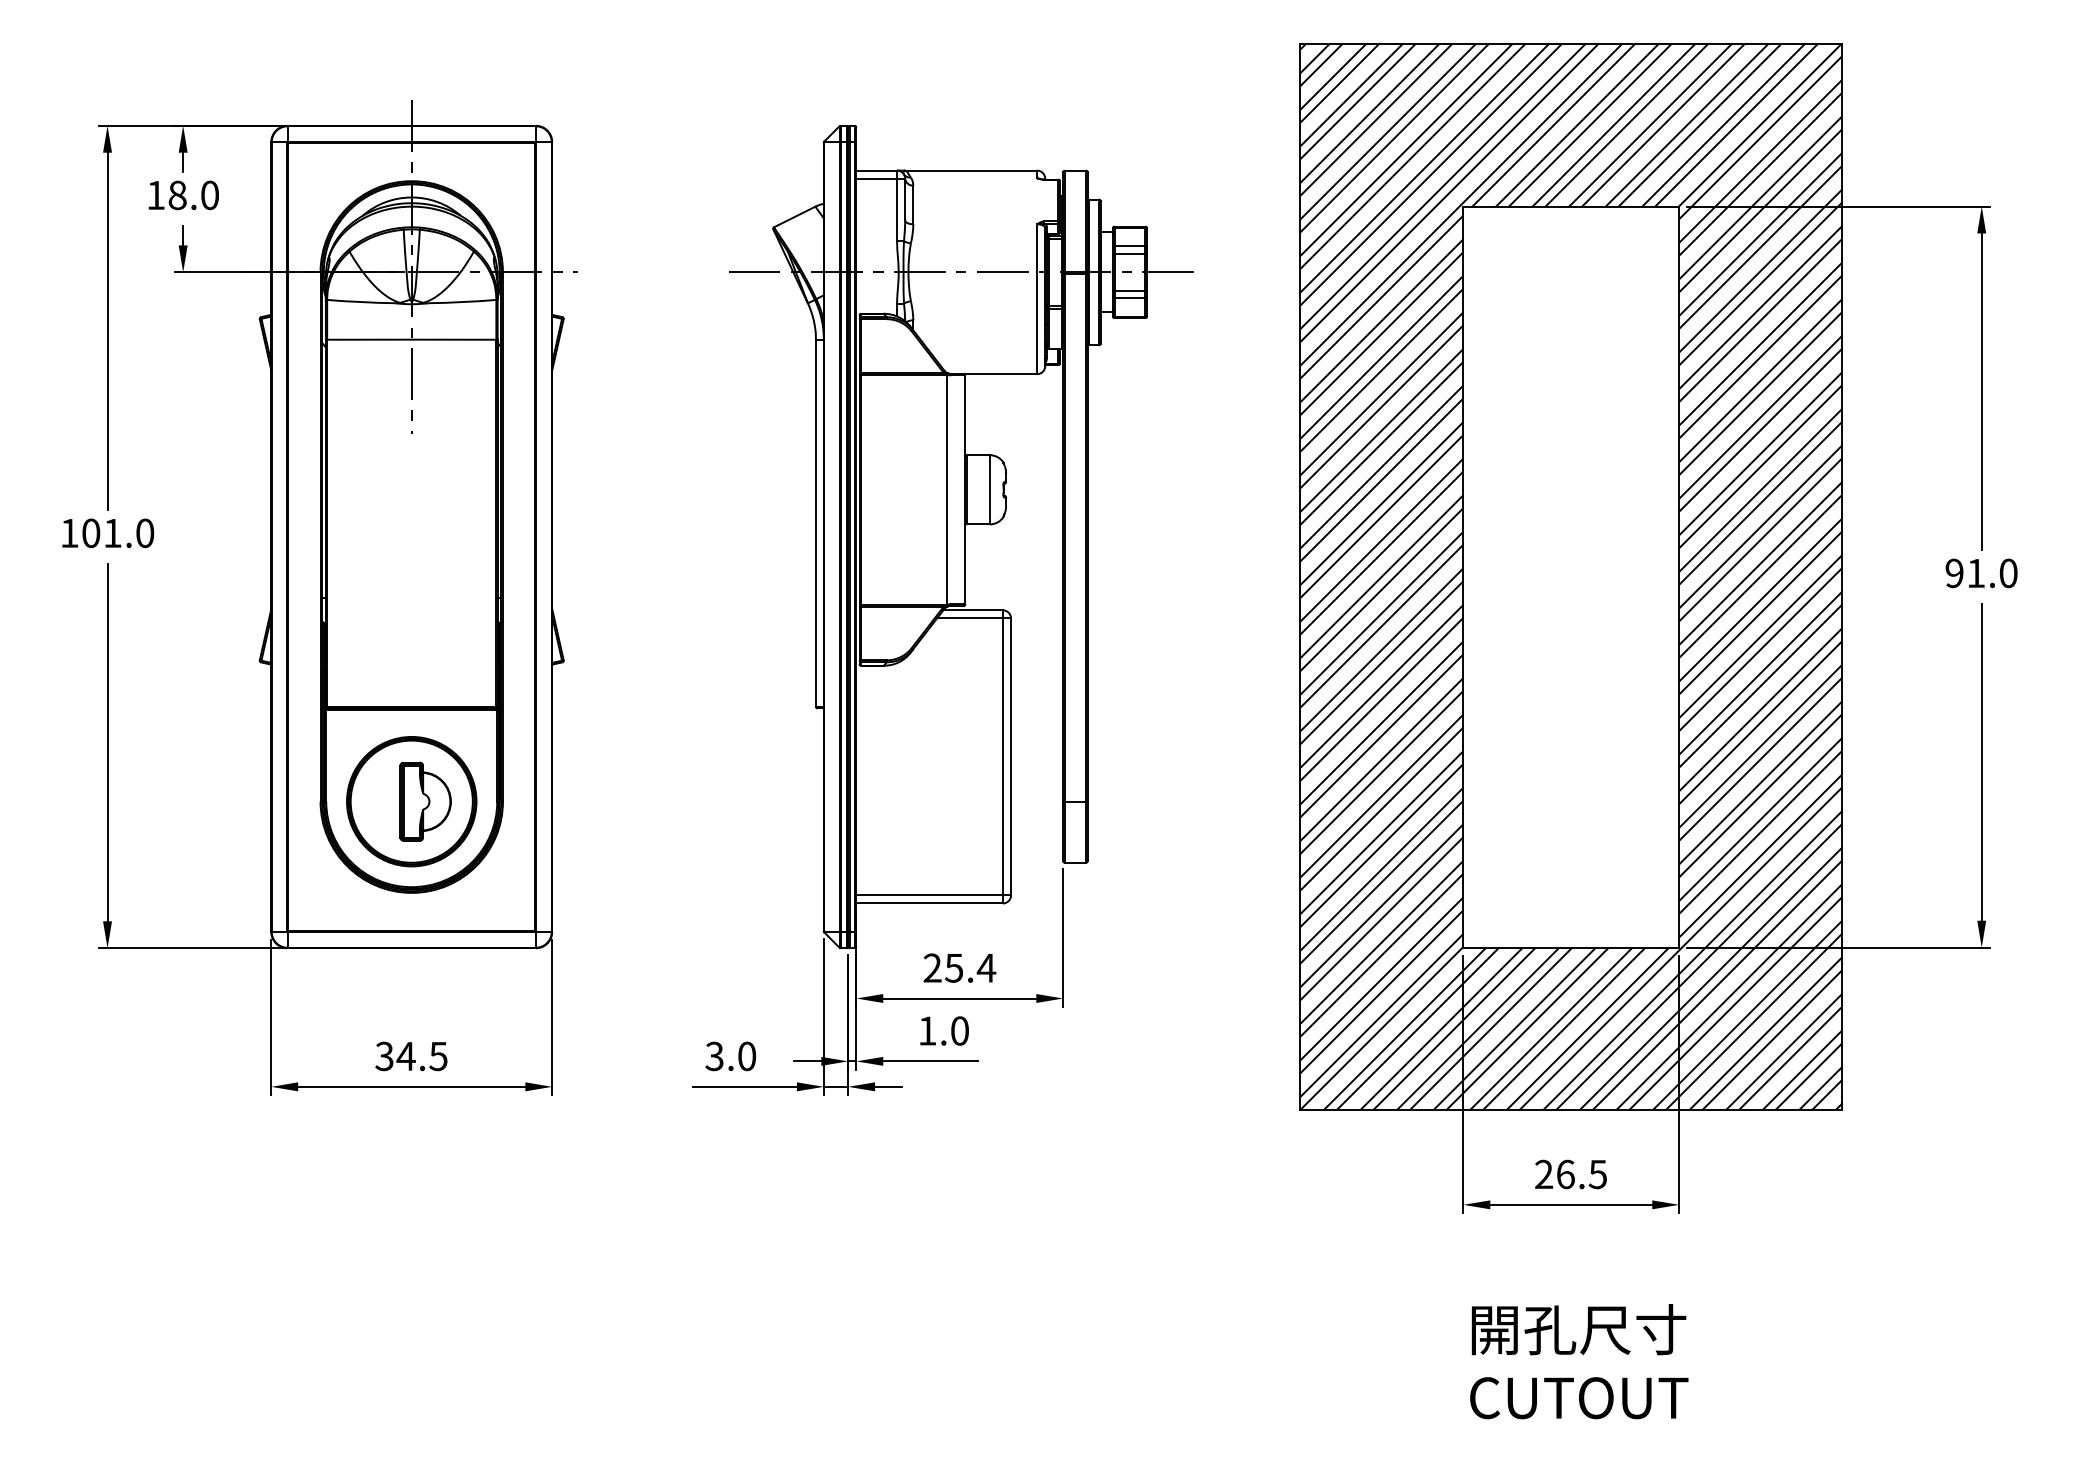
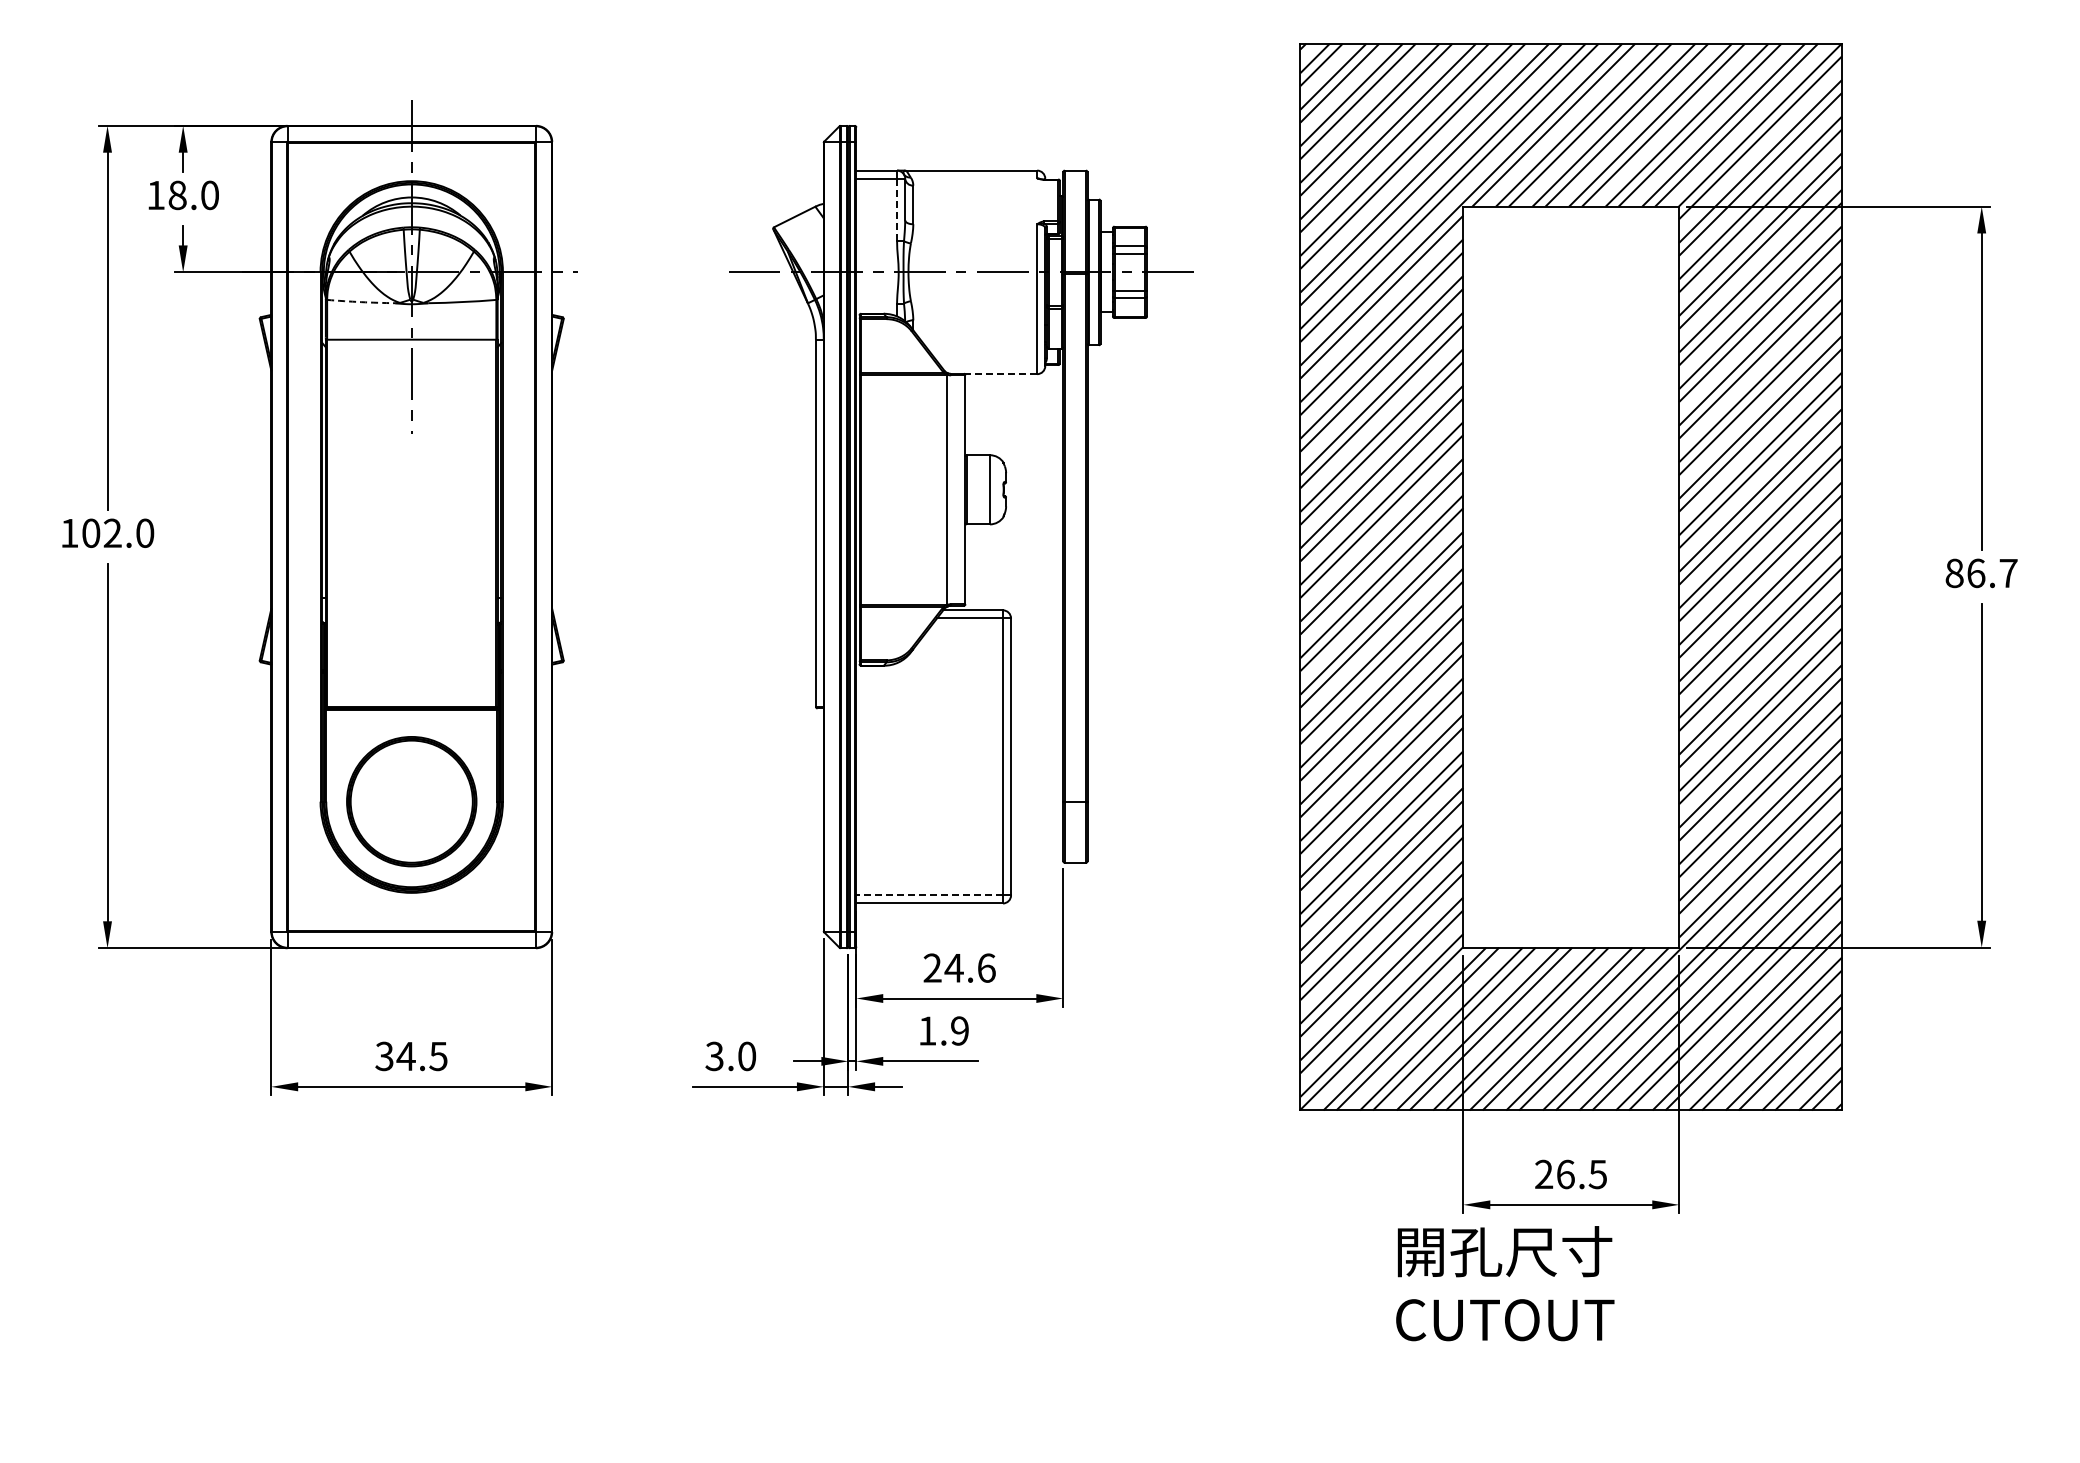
line at (897, 210): solid -> dashed
arc at (361, 302): solid -> dashed
line at (1000, 374): solid -> dashed
text at (112, 532): 101.0 -> 102.0
text at (1981, 573): 91.0 -> 86.7
part at (425, 801): present -> none
line at (929, 895): solid -> dashed
text at (970, 967): 25.4 -> 24.6
text at (959, 1030): 1.0 -> 1.9
text at (1579, 1361) position: (1579, 1361) -> (1505, 1283)
